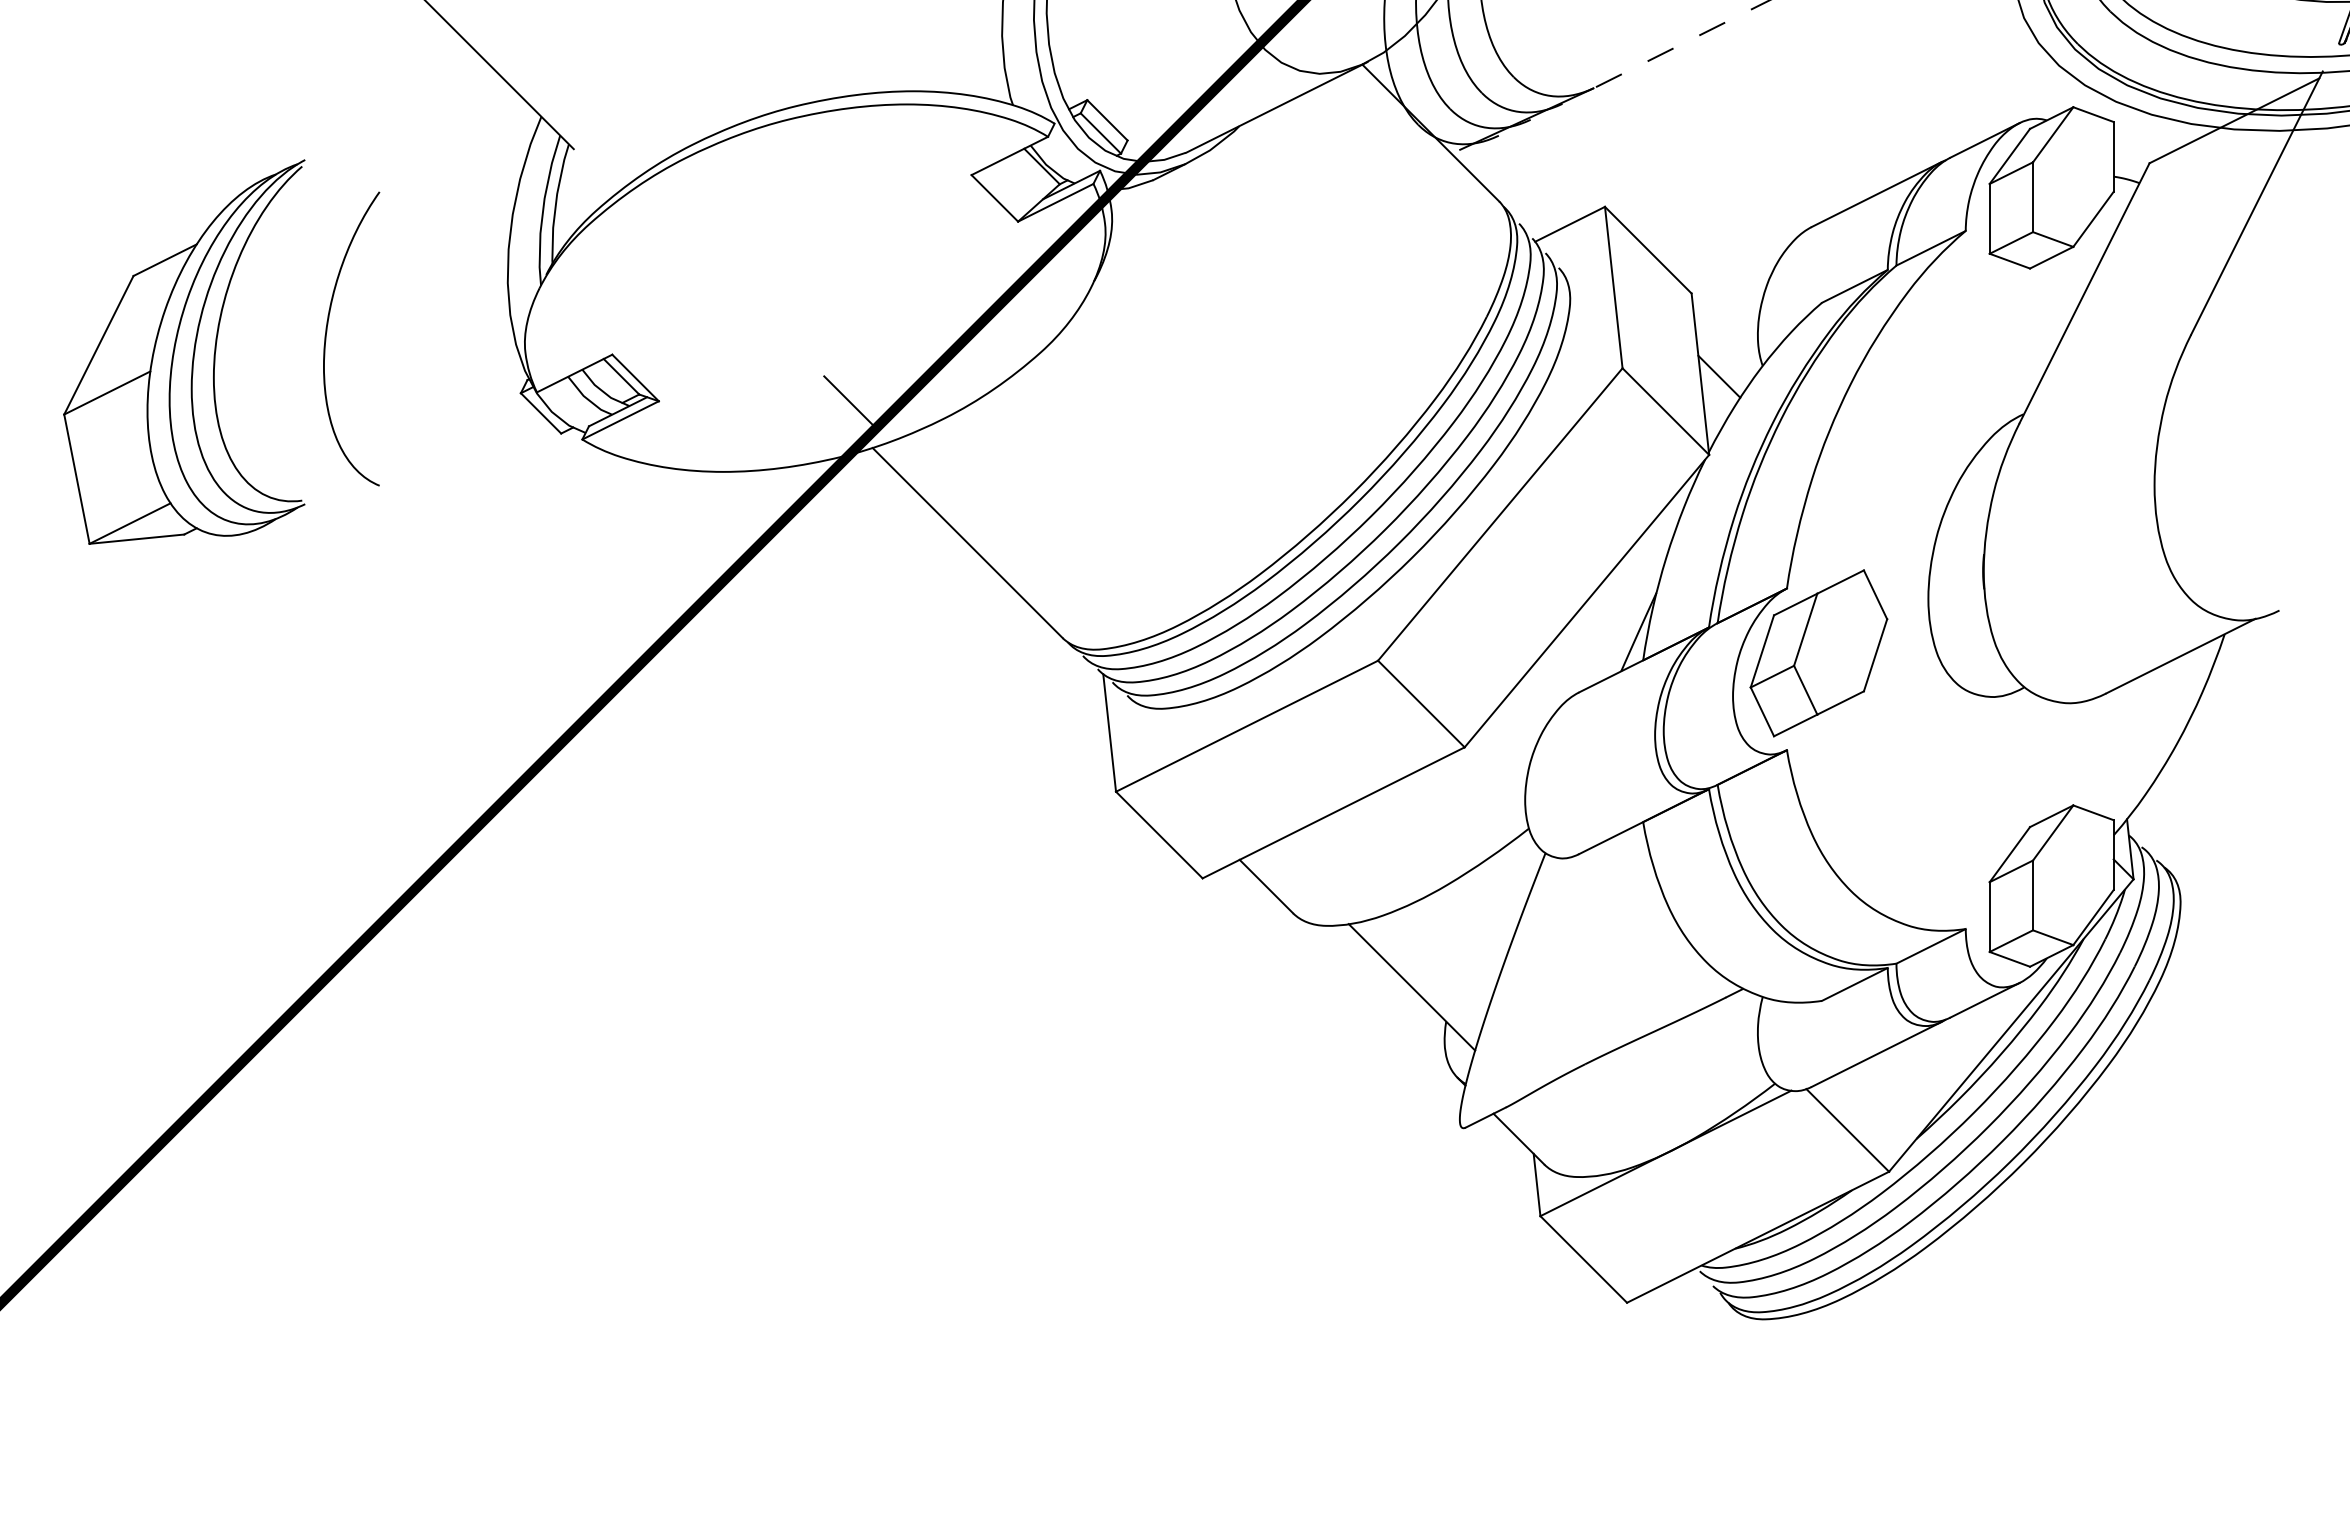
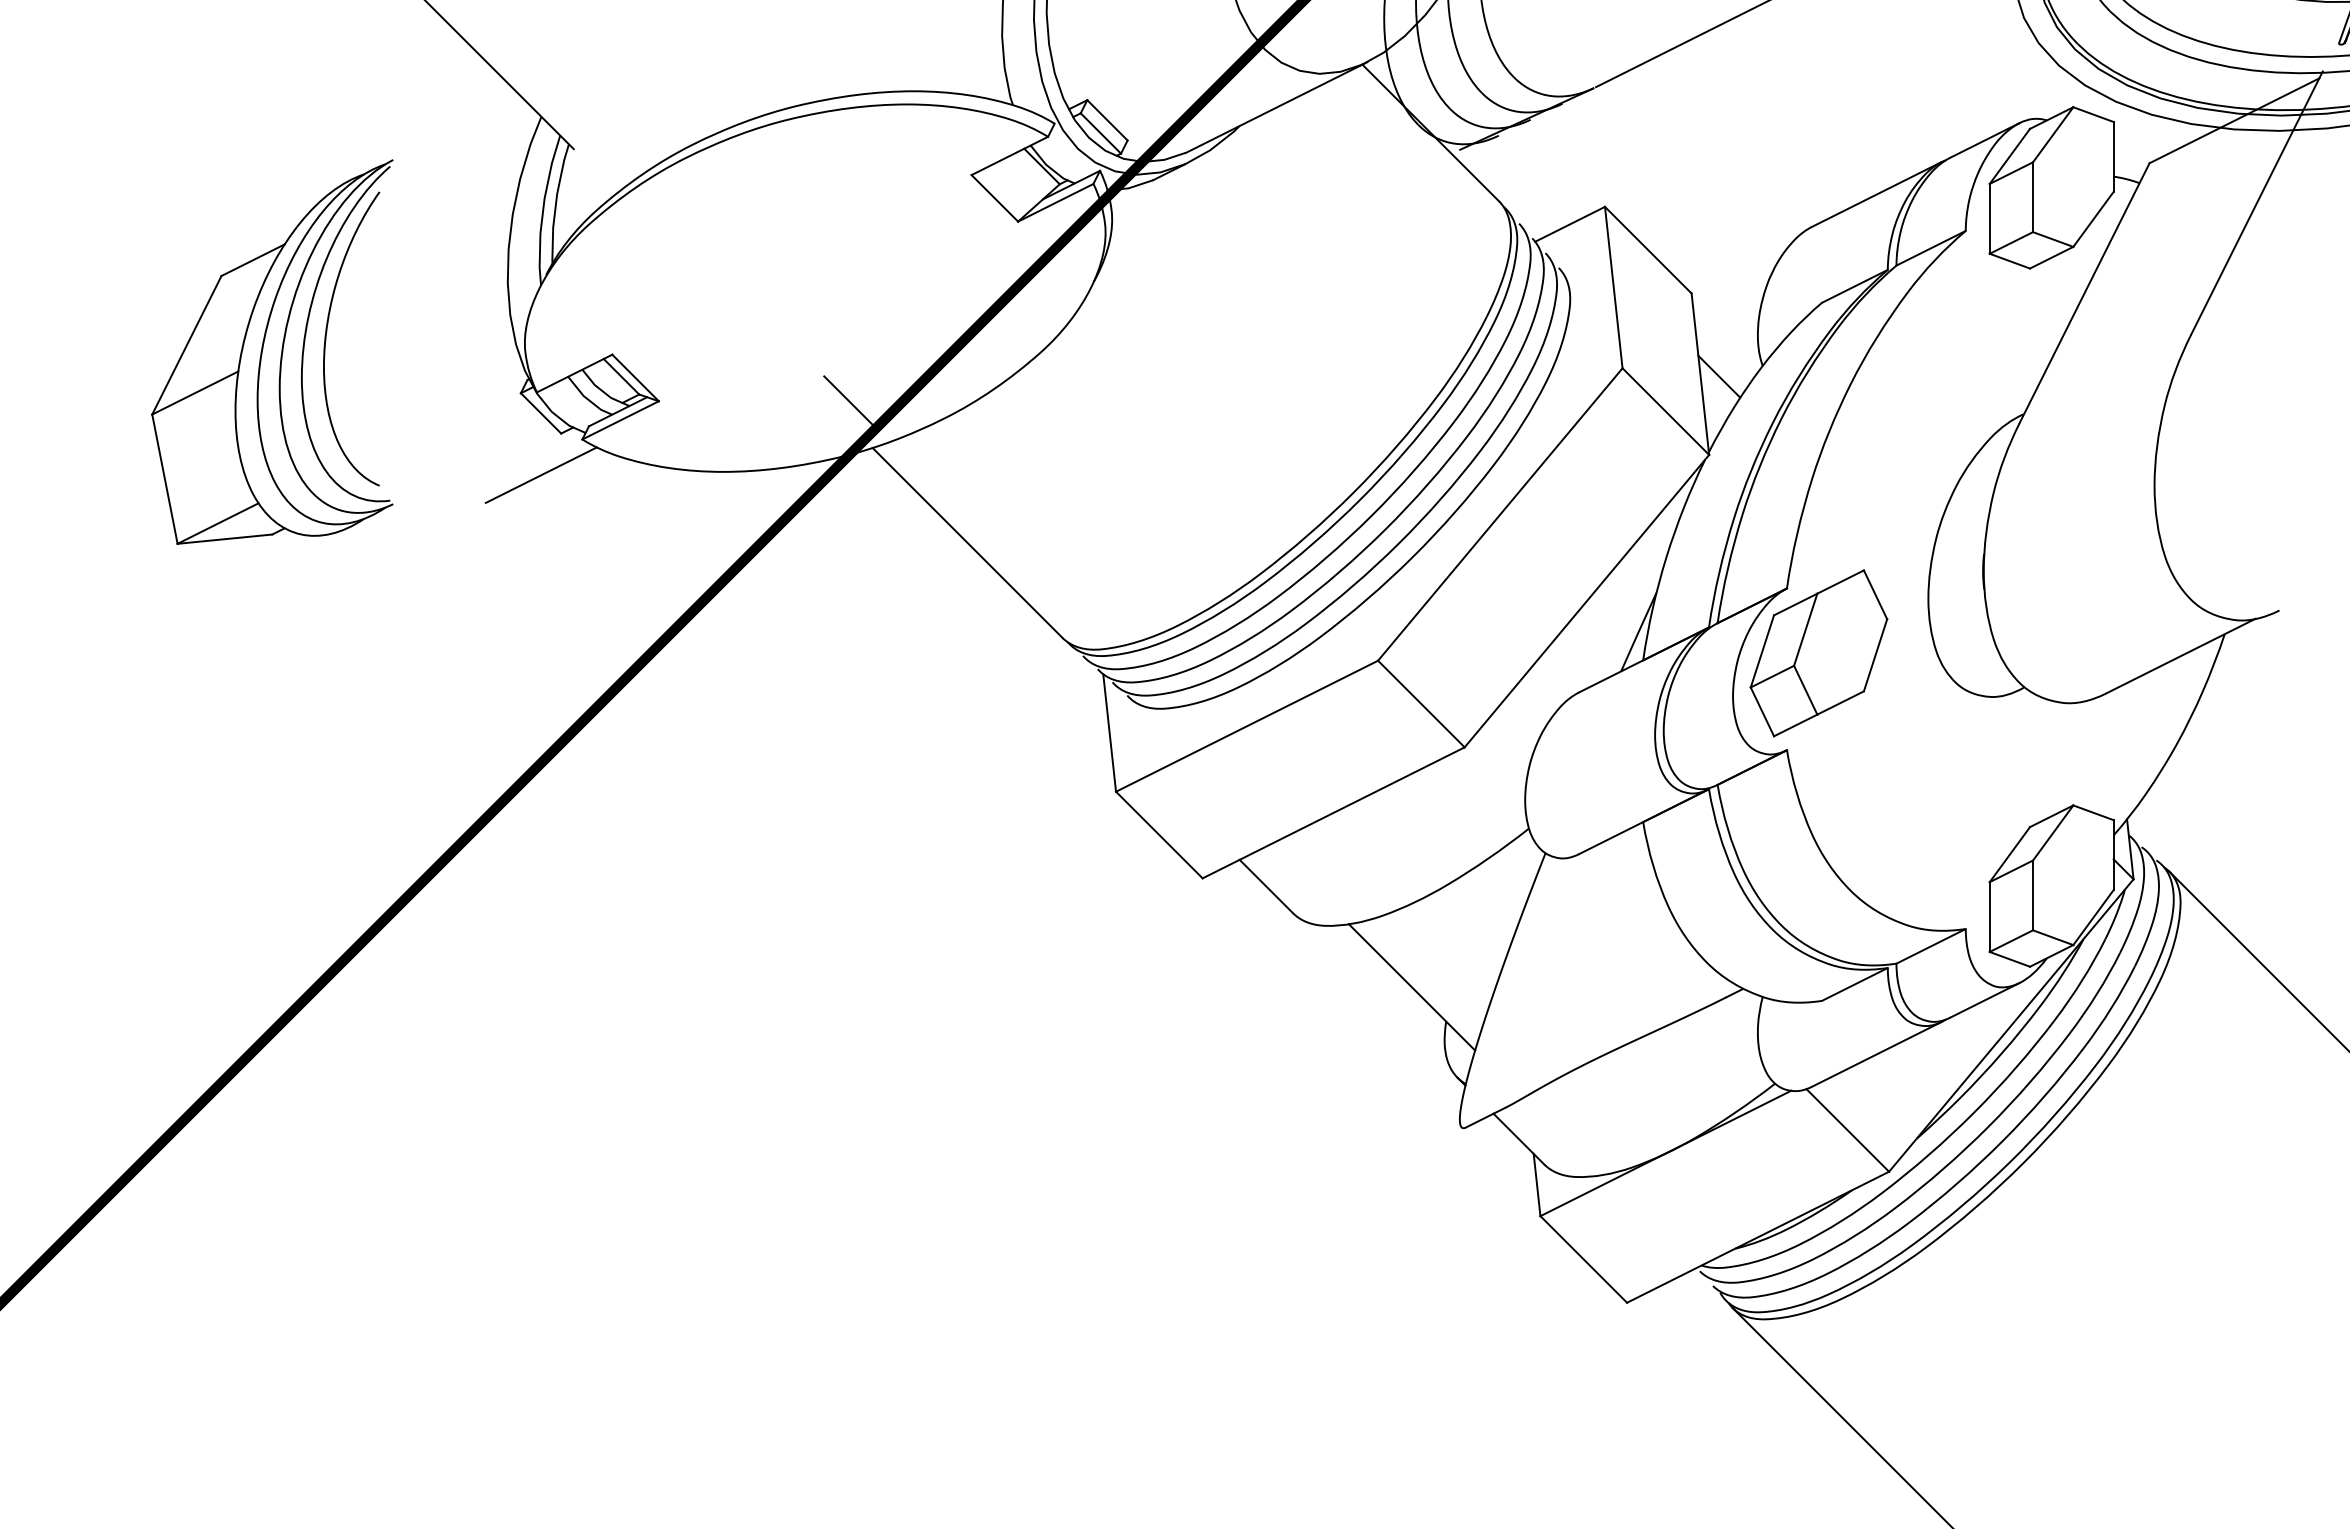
line at (1683, 43): dashed -> solid
part at (184, 351) position: (184, 351) -> (272, 351)
line at (540, 474): none -> present
line at (2257, 960): none -> present
line at (1841, 1416): none -> present
